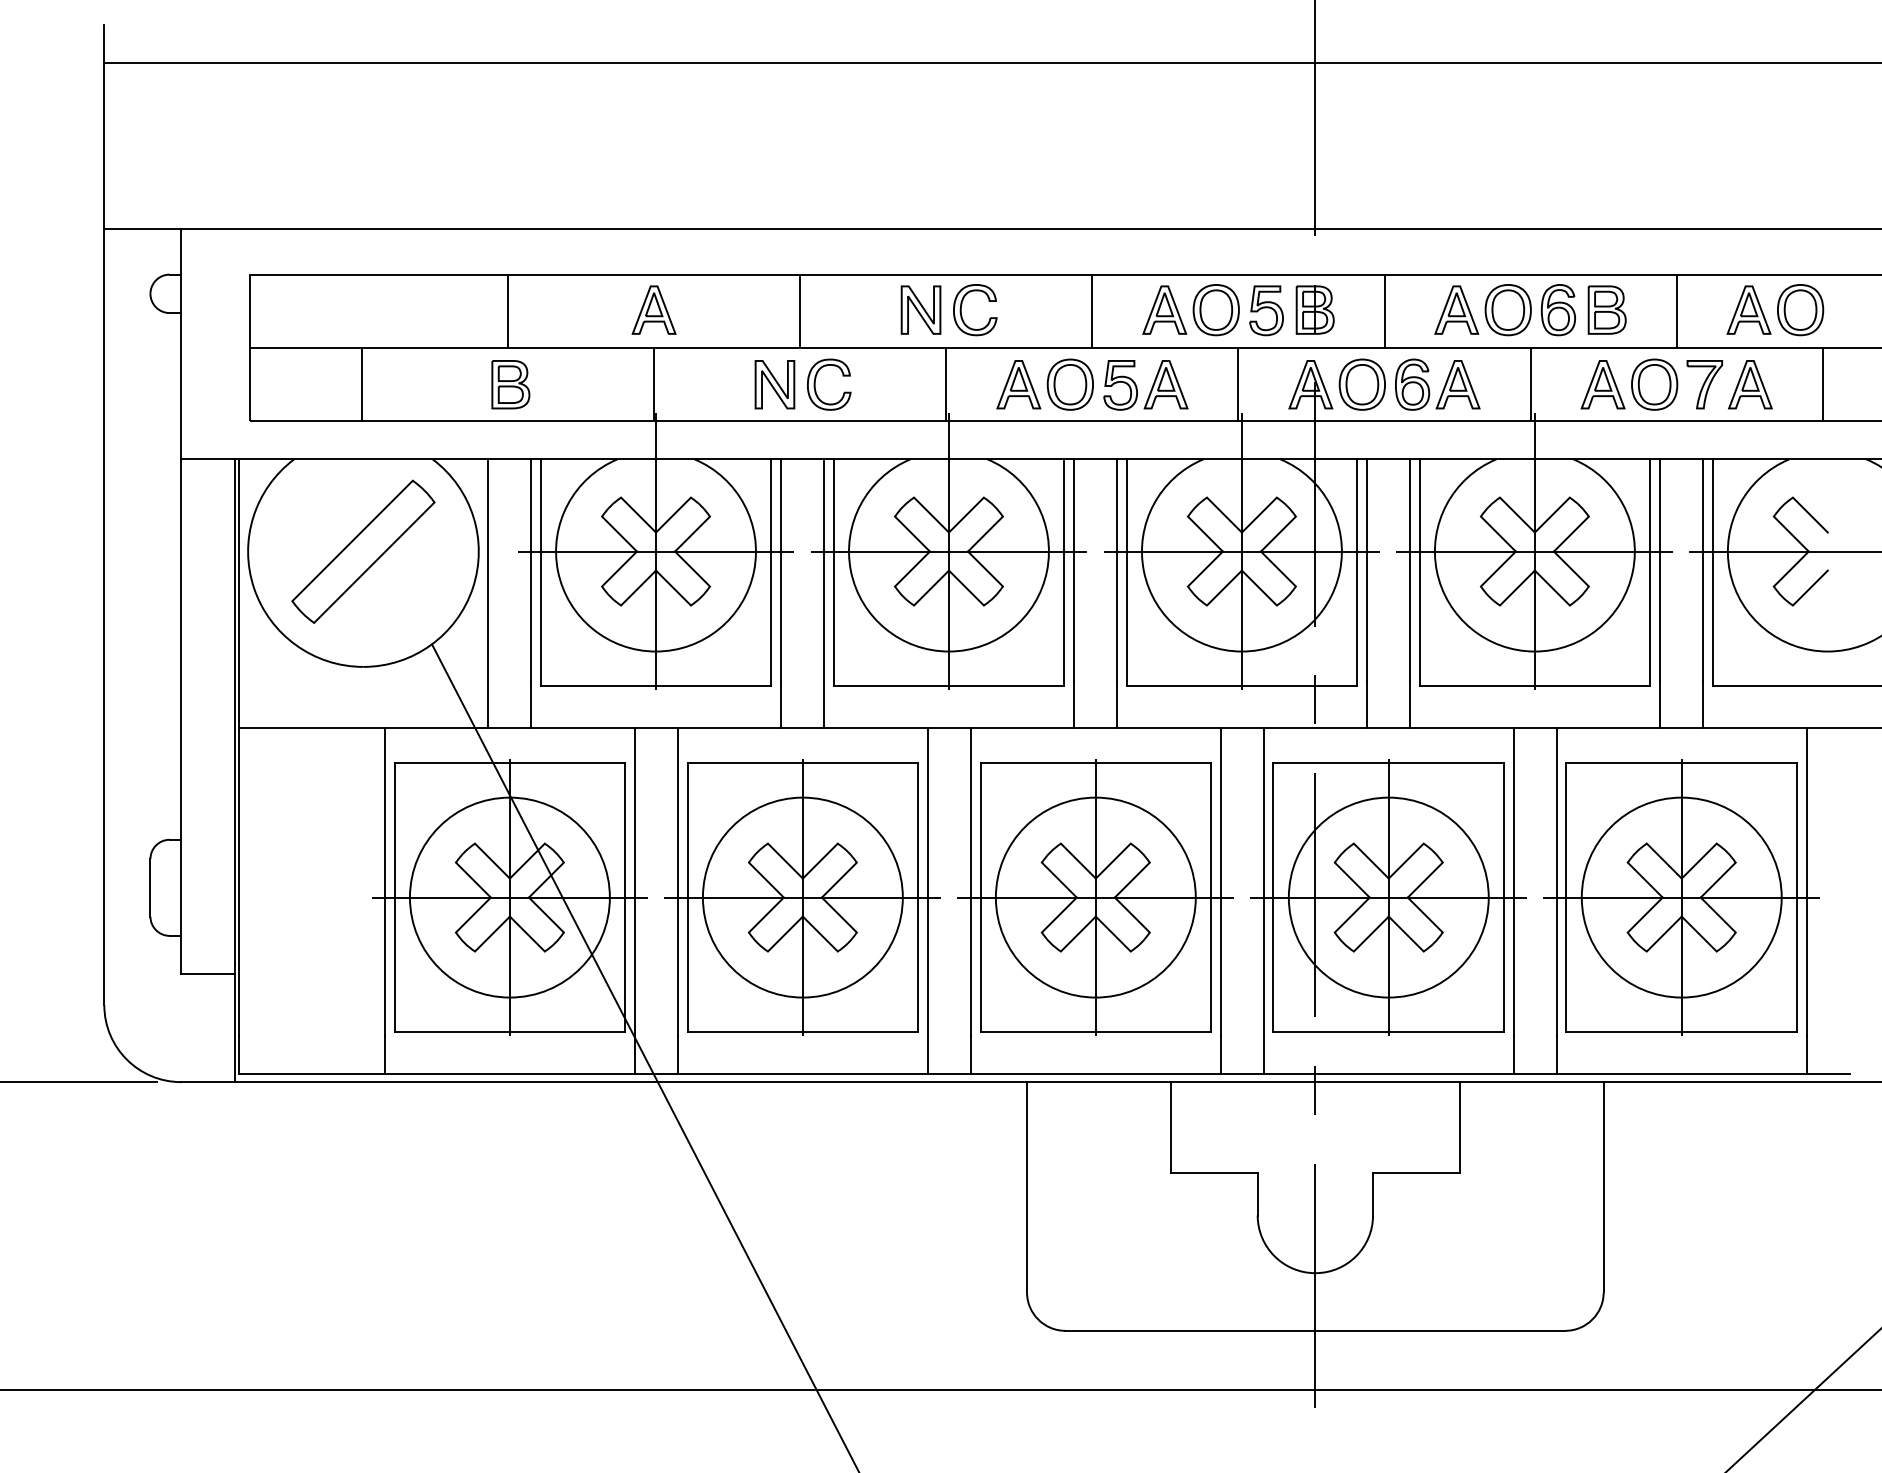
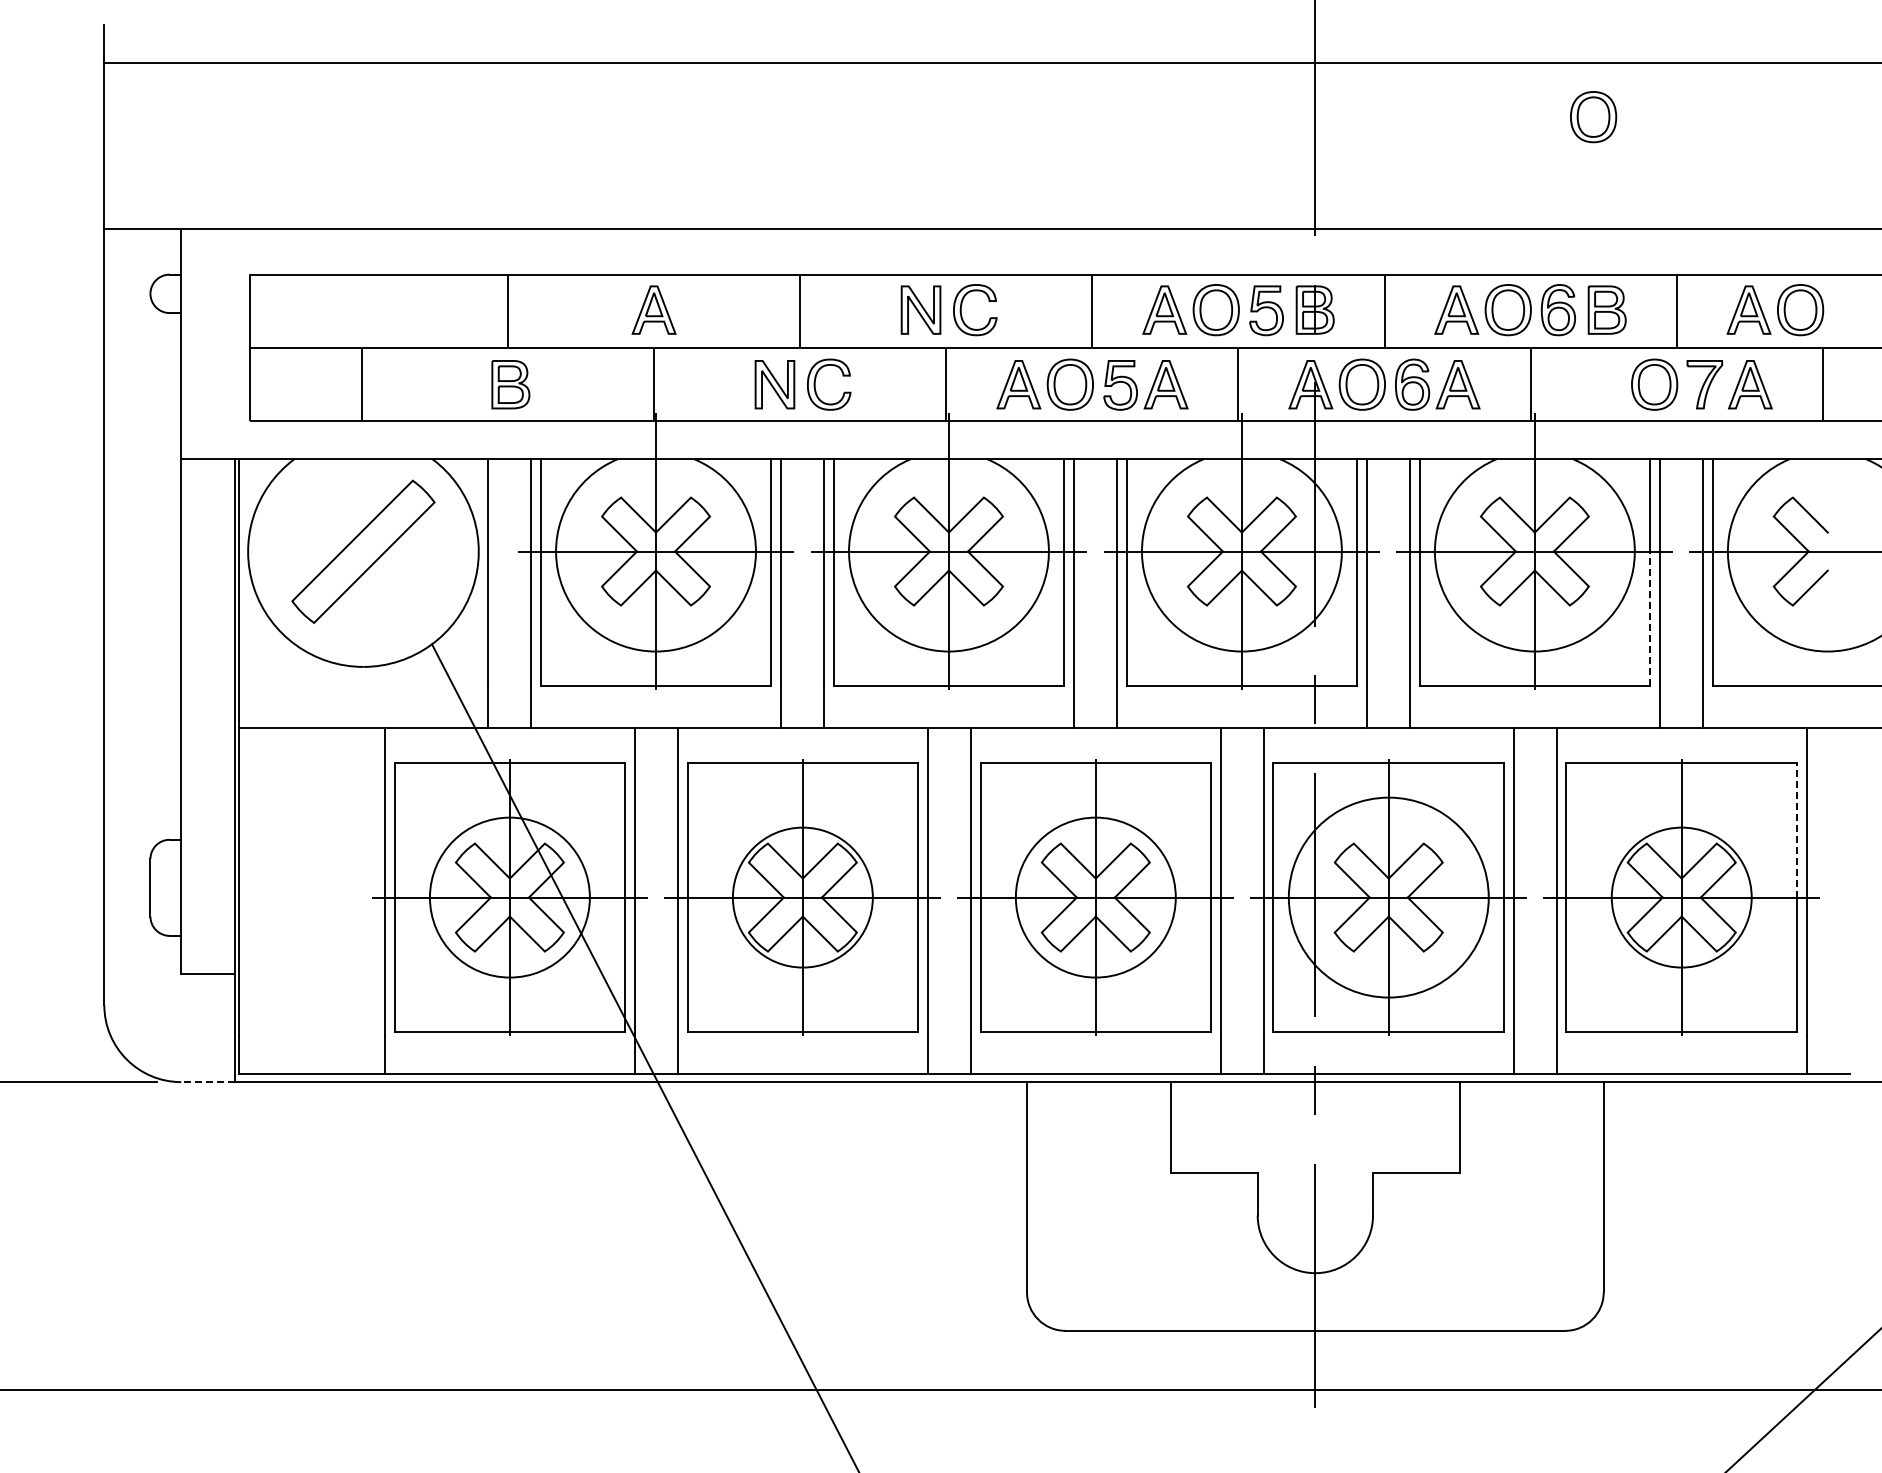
part at (1593, 117): none -> present
part at (1602, 384): present -> none
line at (1650, 618): solid -> dashed
line at (1797, 829): solid -> dashed
circle at (509, 897) diameter: 200 px -> 160 px
circle at (802, 897) diameter: 200 px -> 140 px
circle at (1095, 897) diameter: 200 px -> 160 px
circle at (1681, 897) diameter: 200 px -> 140 px
line at (208, 1082): solid -> dashed
